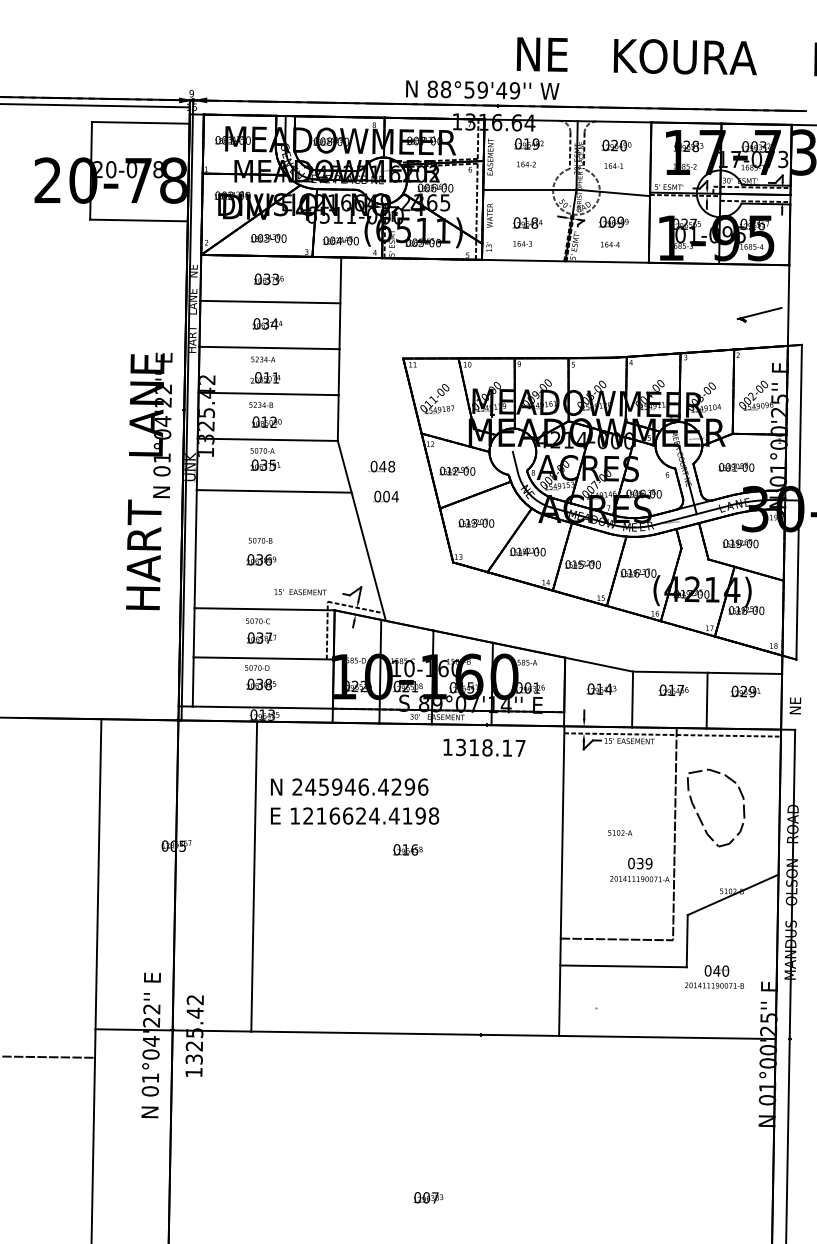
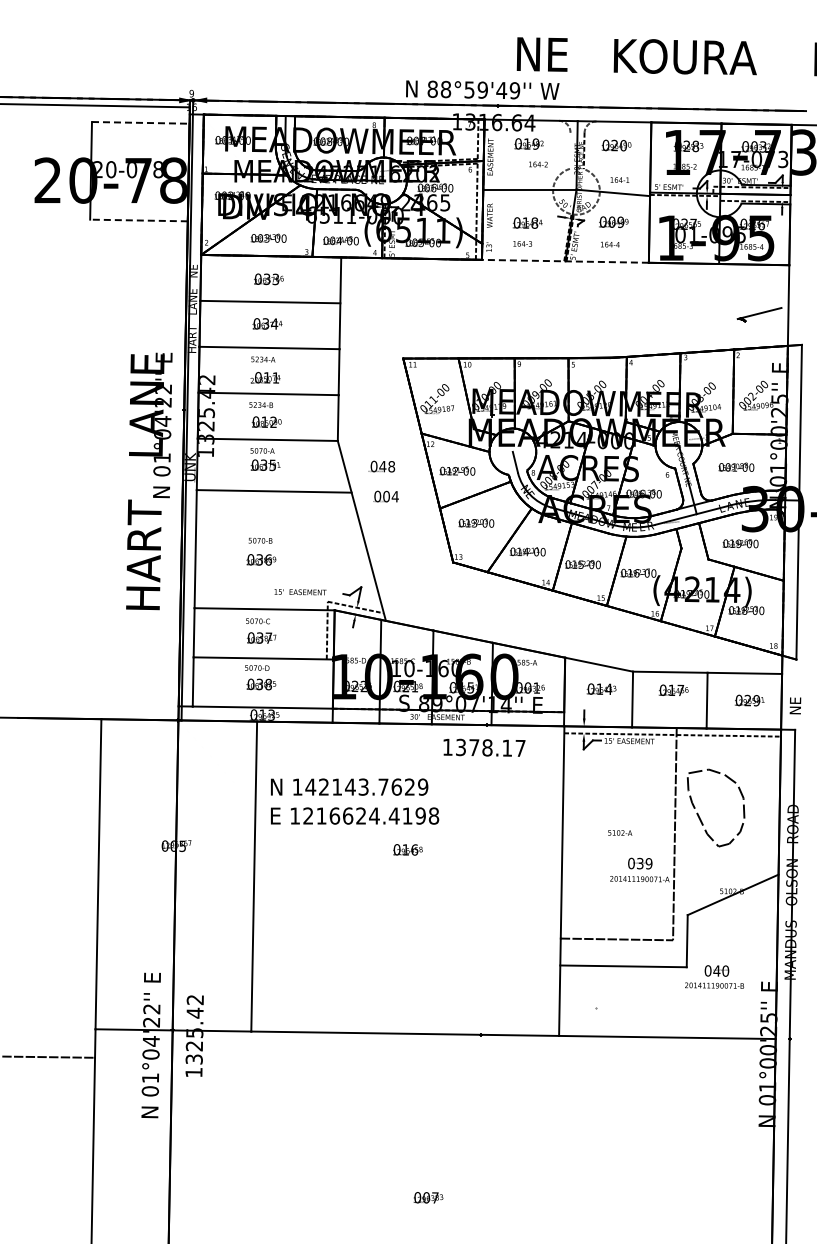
line at (140, 122): solid -> dashed
line at (569, 150): present -> none
text at (526, 164) position: (526, 164) -> (538, 164)
text at (613, 165) position: (613, 165) -> (619, 179)
line at (139, 220): solid -> dashed
line at (564, 261): solid -> dashed
text at (745, 691) position: (745, 691) -> (749, 700)
text at (474, 747): 1318.17 -> 1378.17
text at (360, 786): 245946.4296 -> 142143.7629
